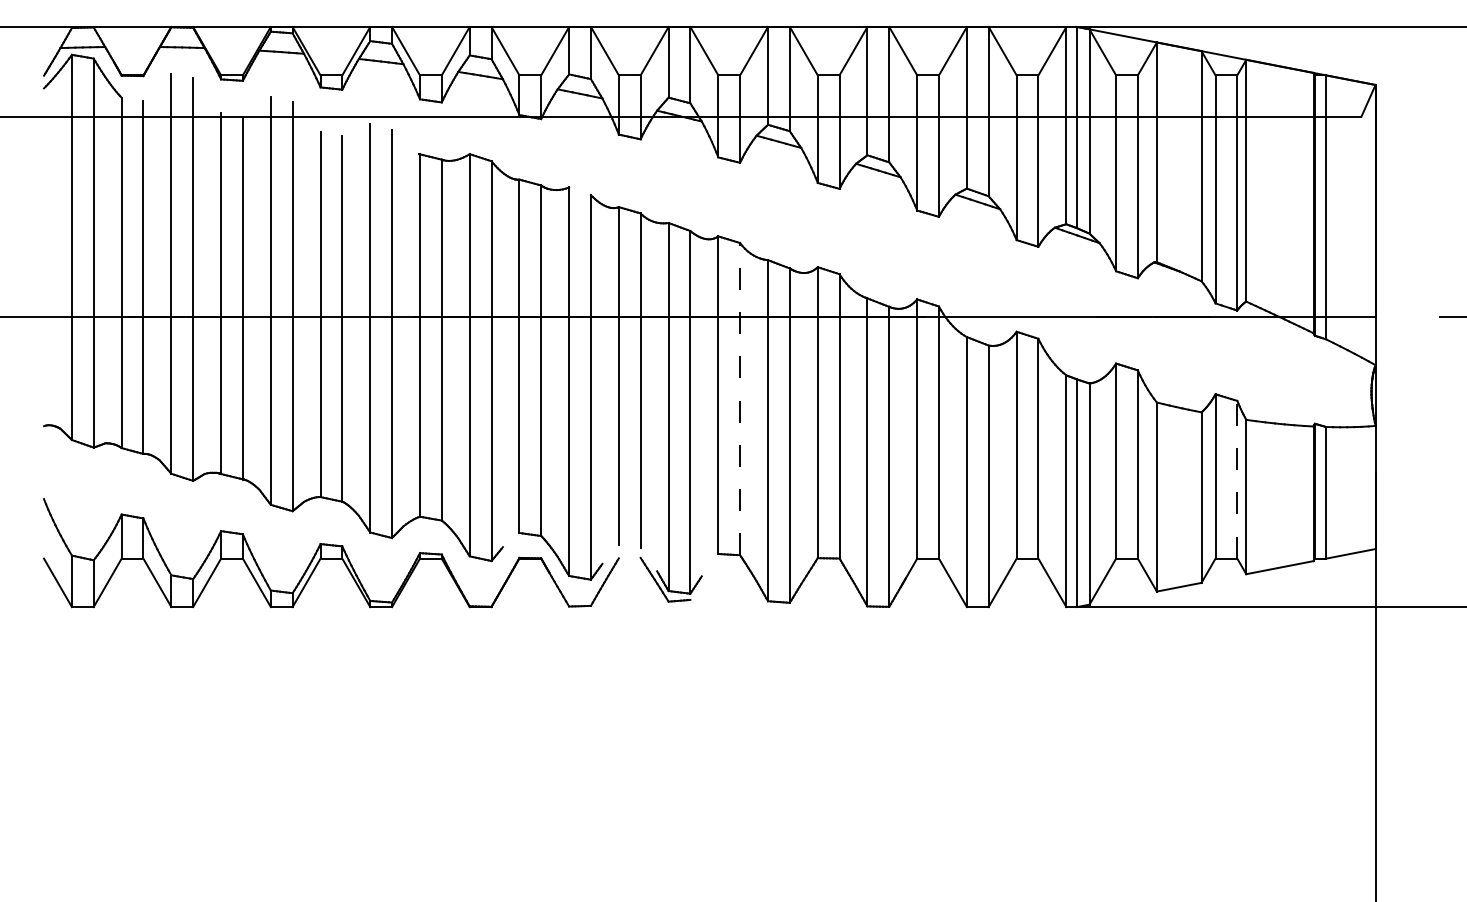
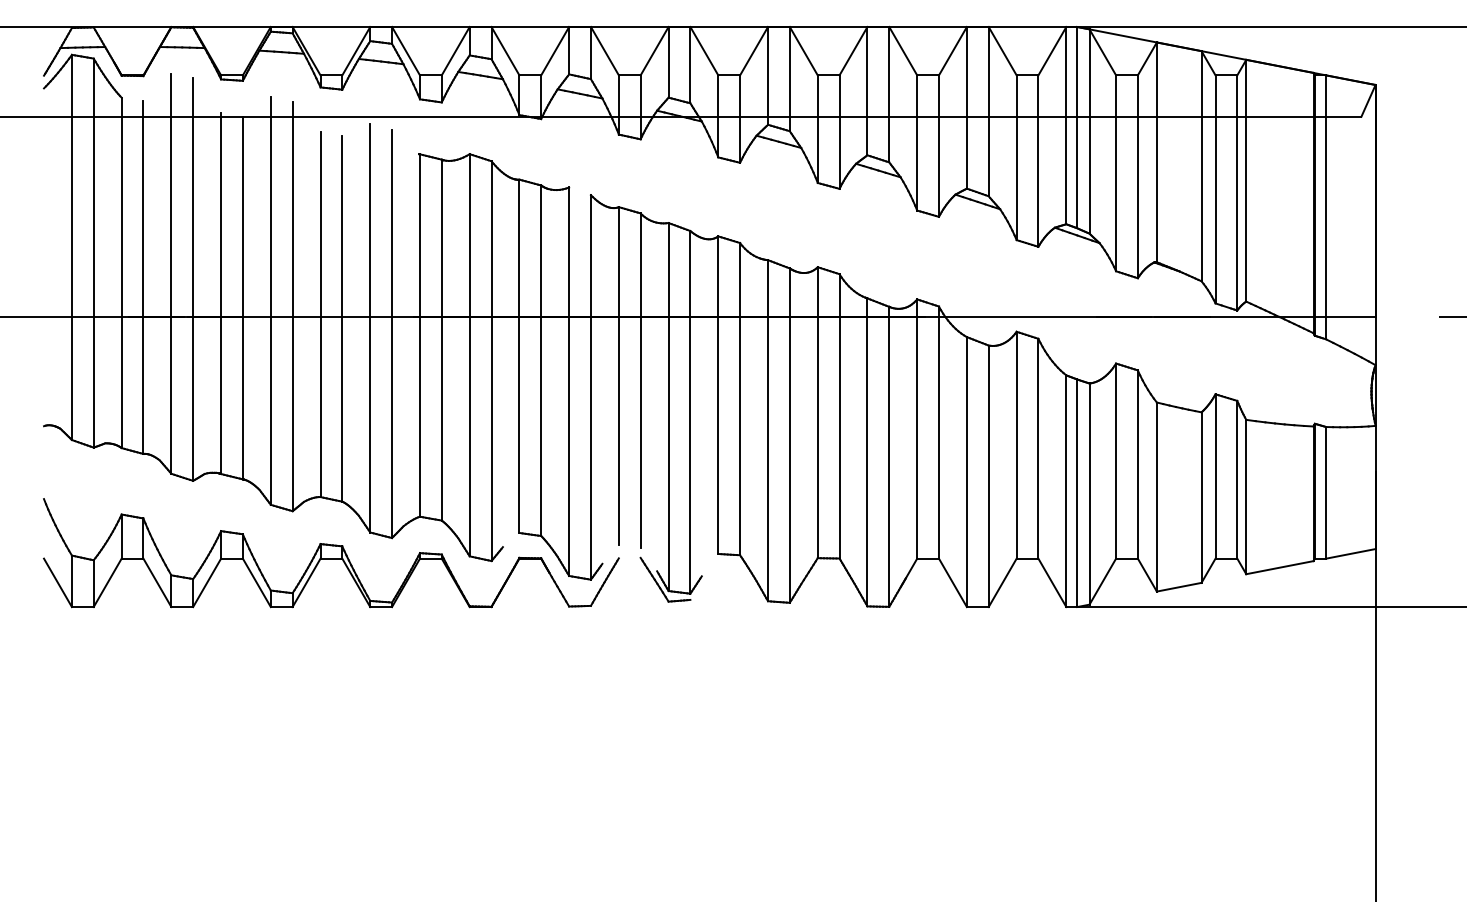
line at (740, 398): dashed -> solid
line at (1237, 479): dashed -> solid
